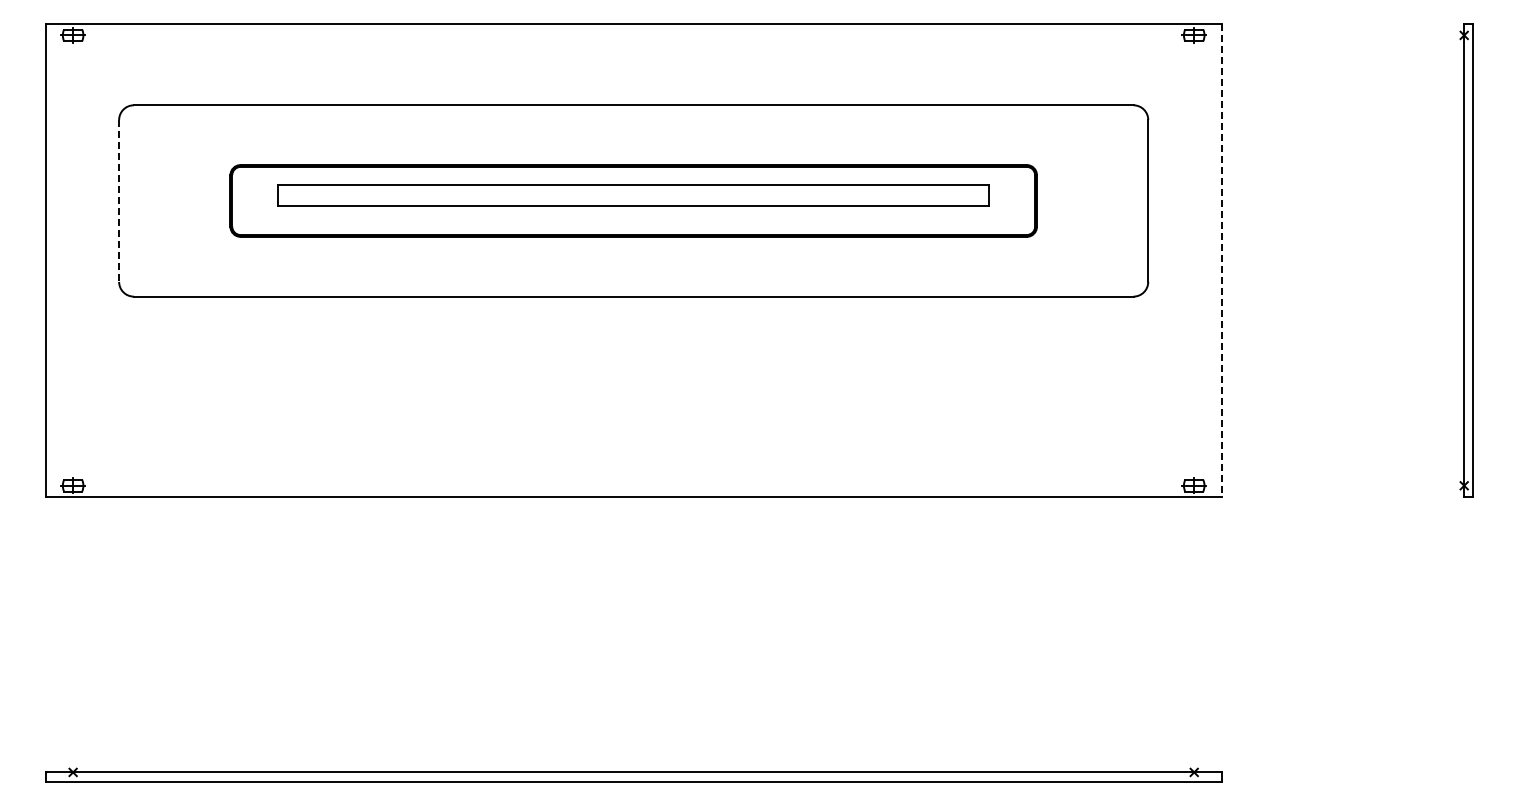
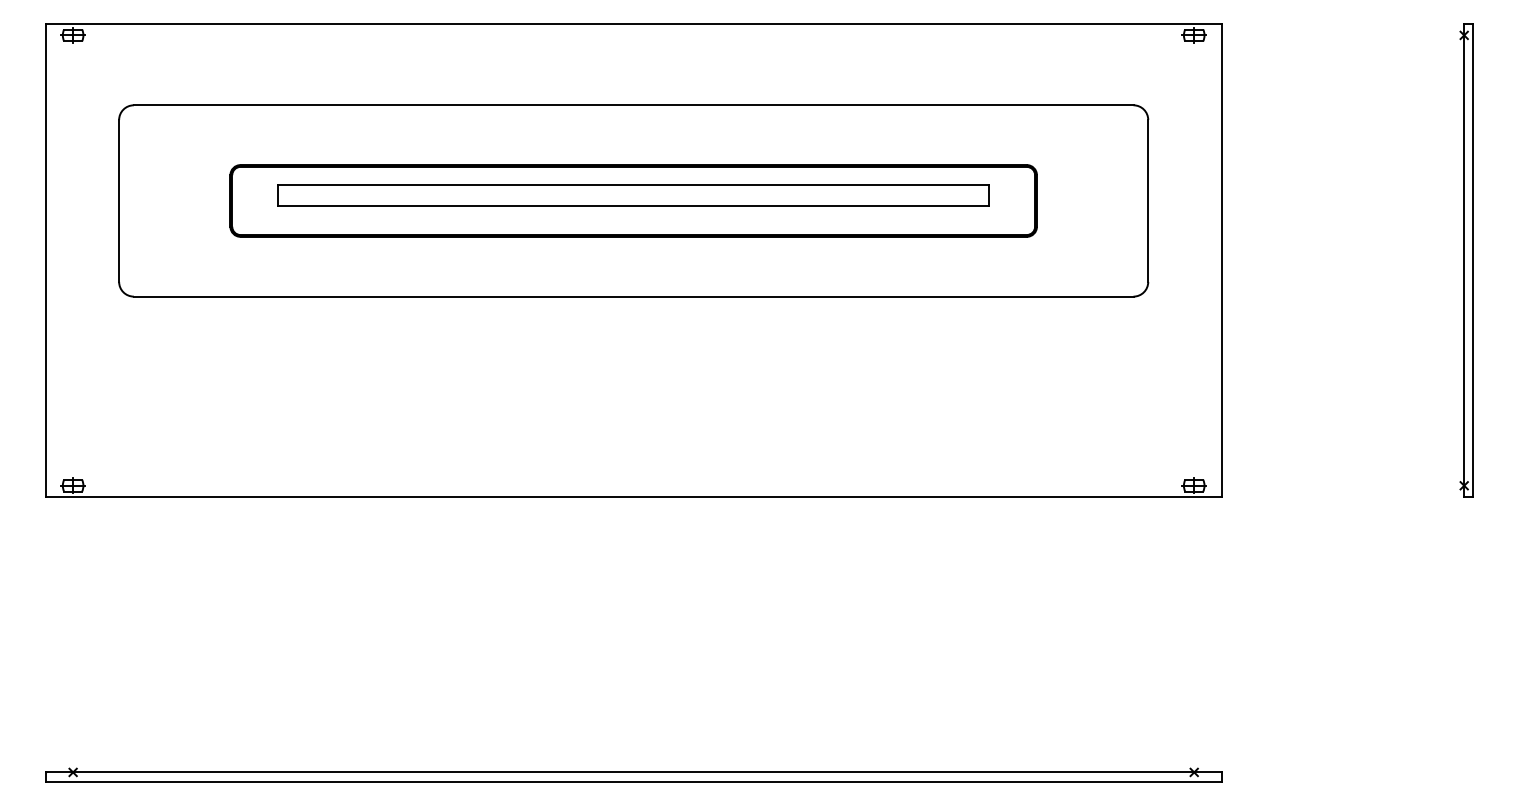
line at (119, 200): dashed -> solid
line at (1221, 261): dashed -> solid
